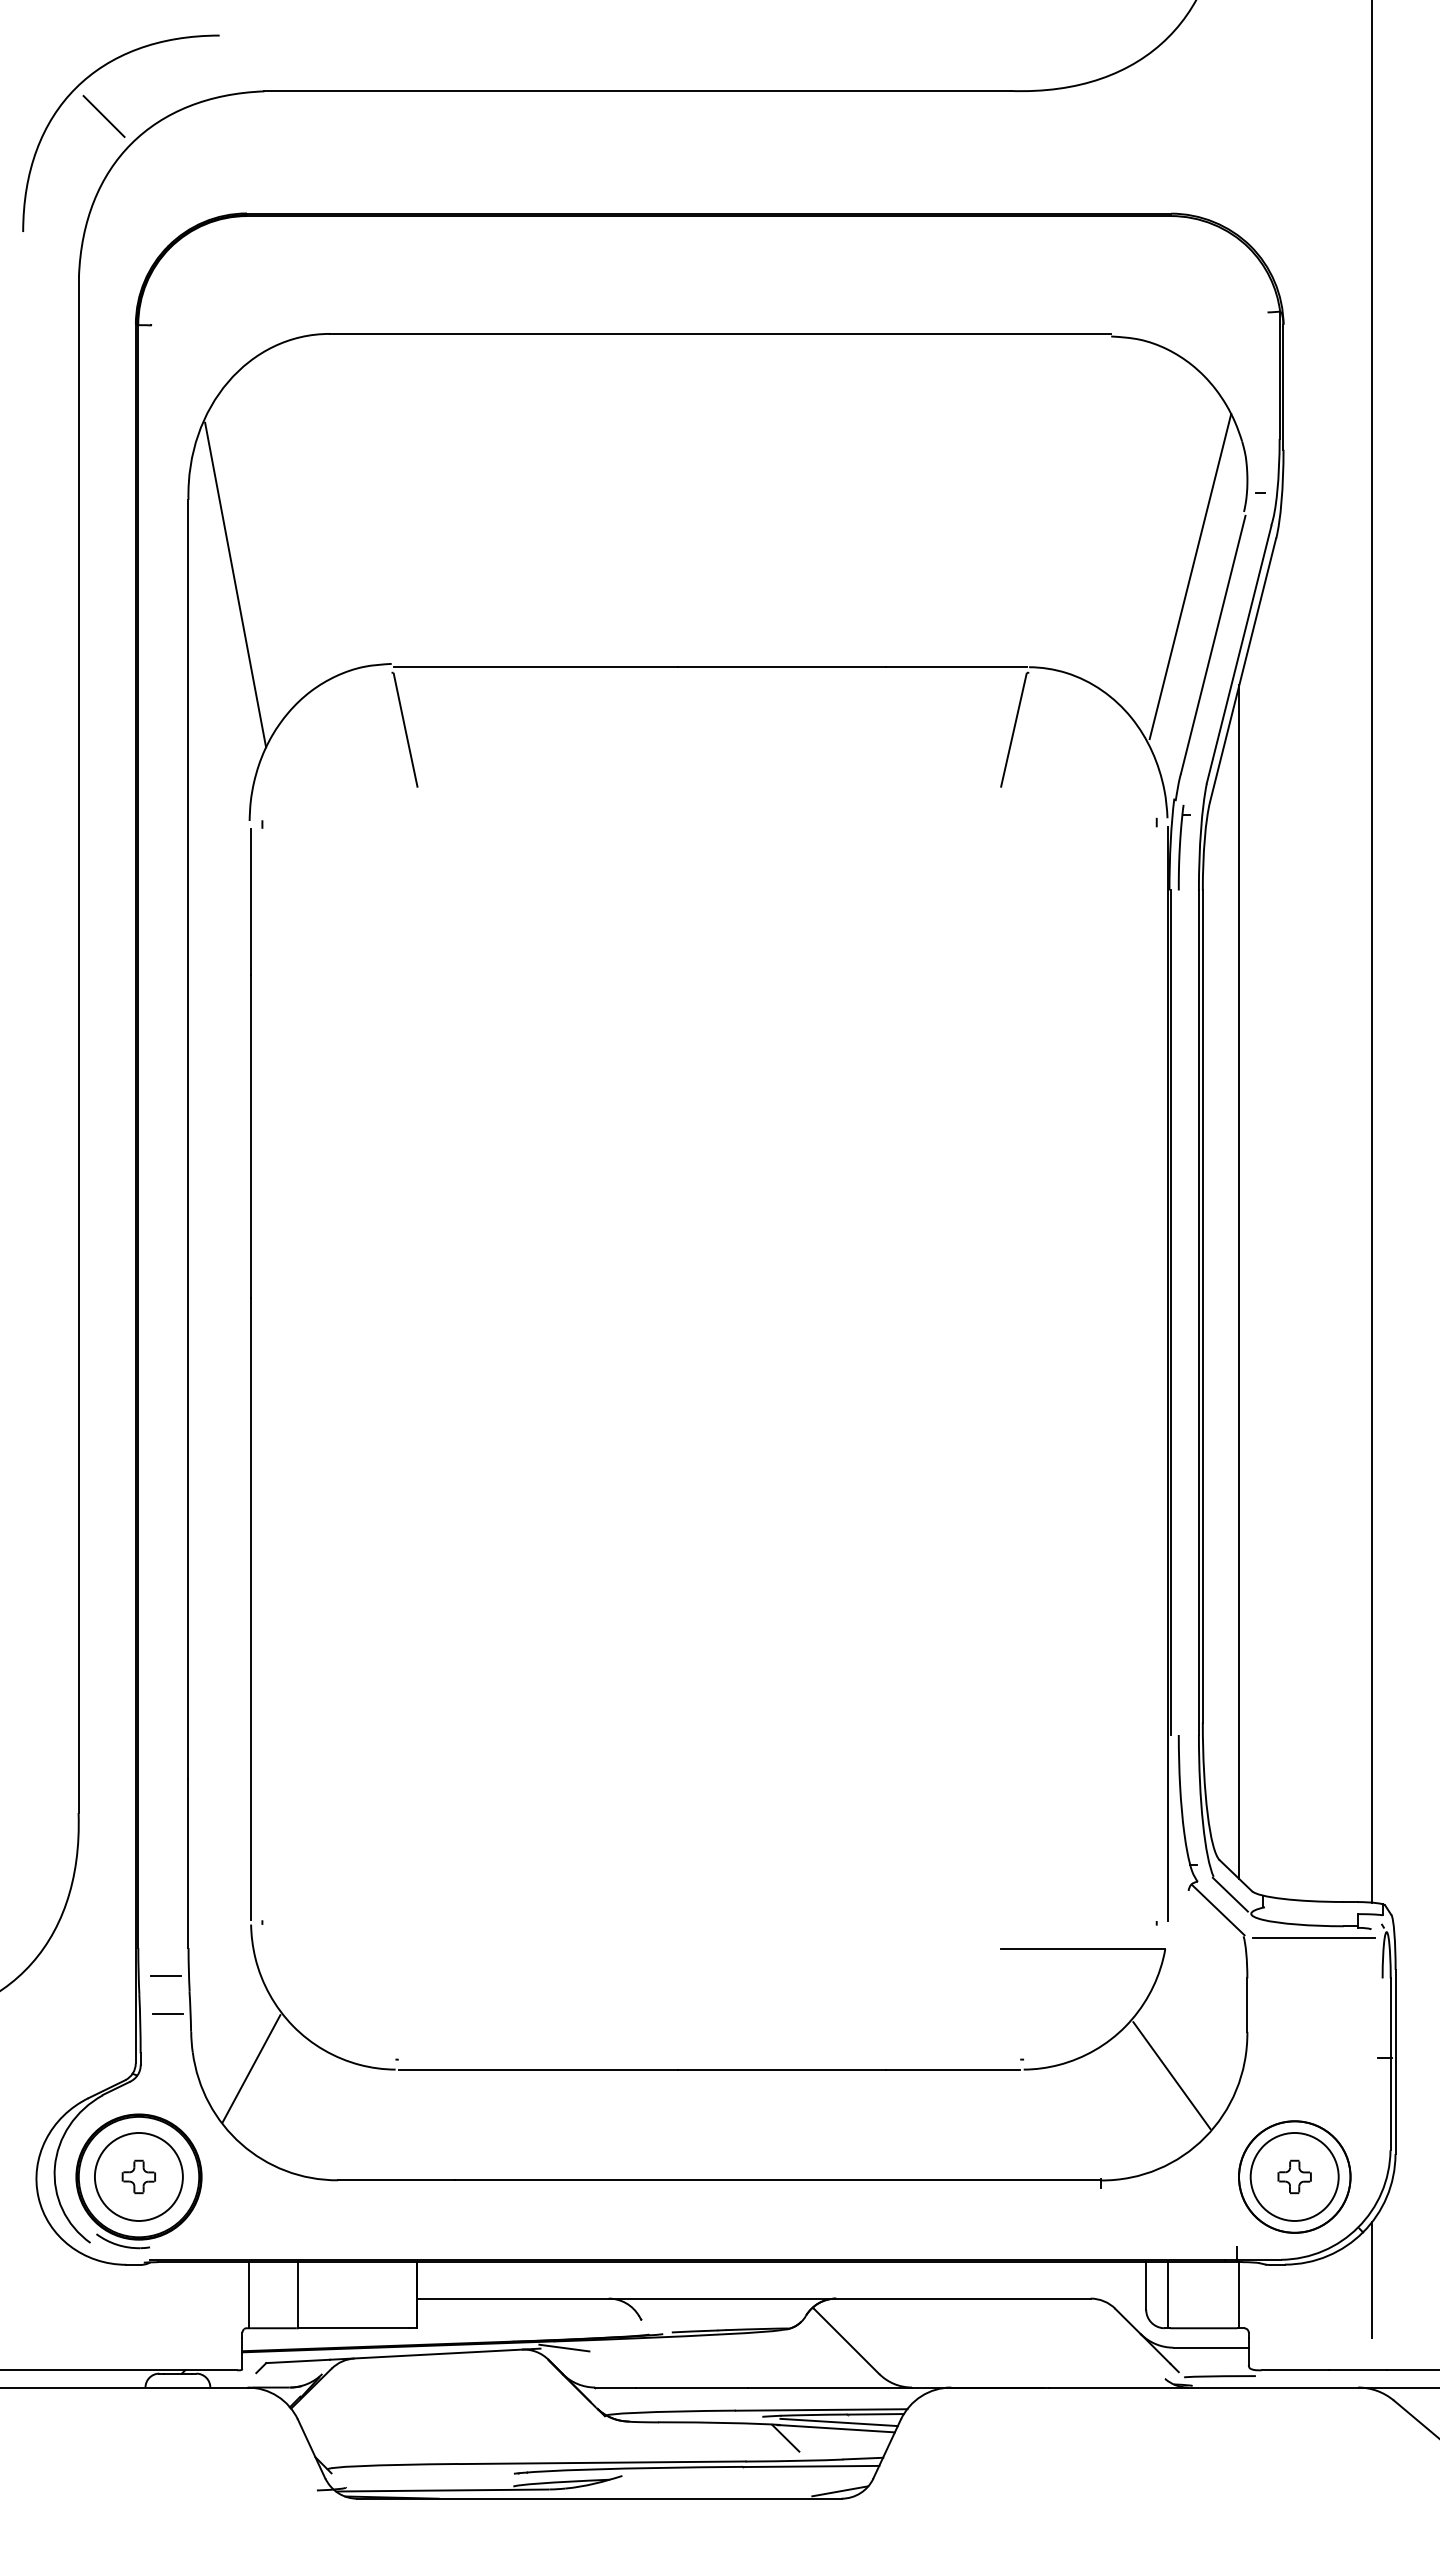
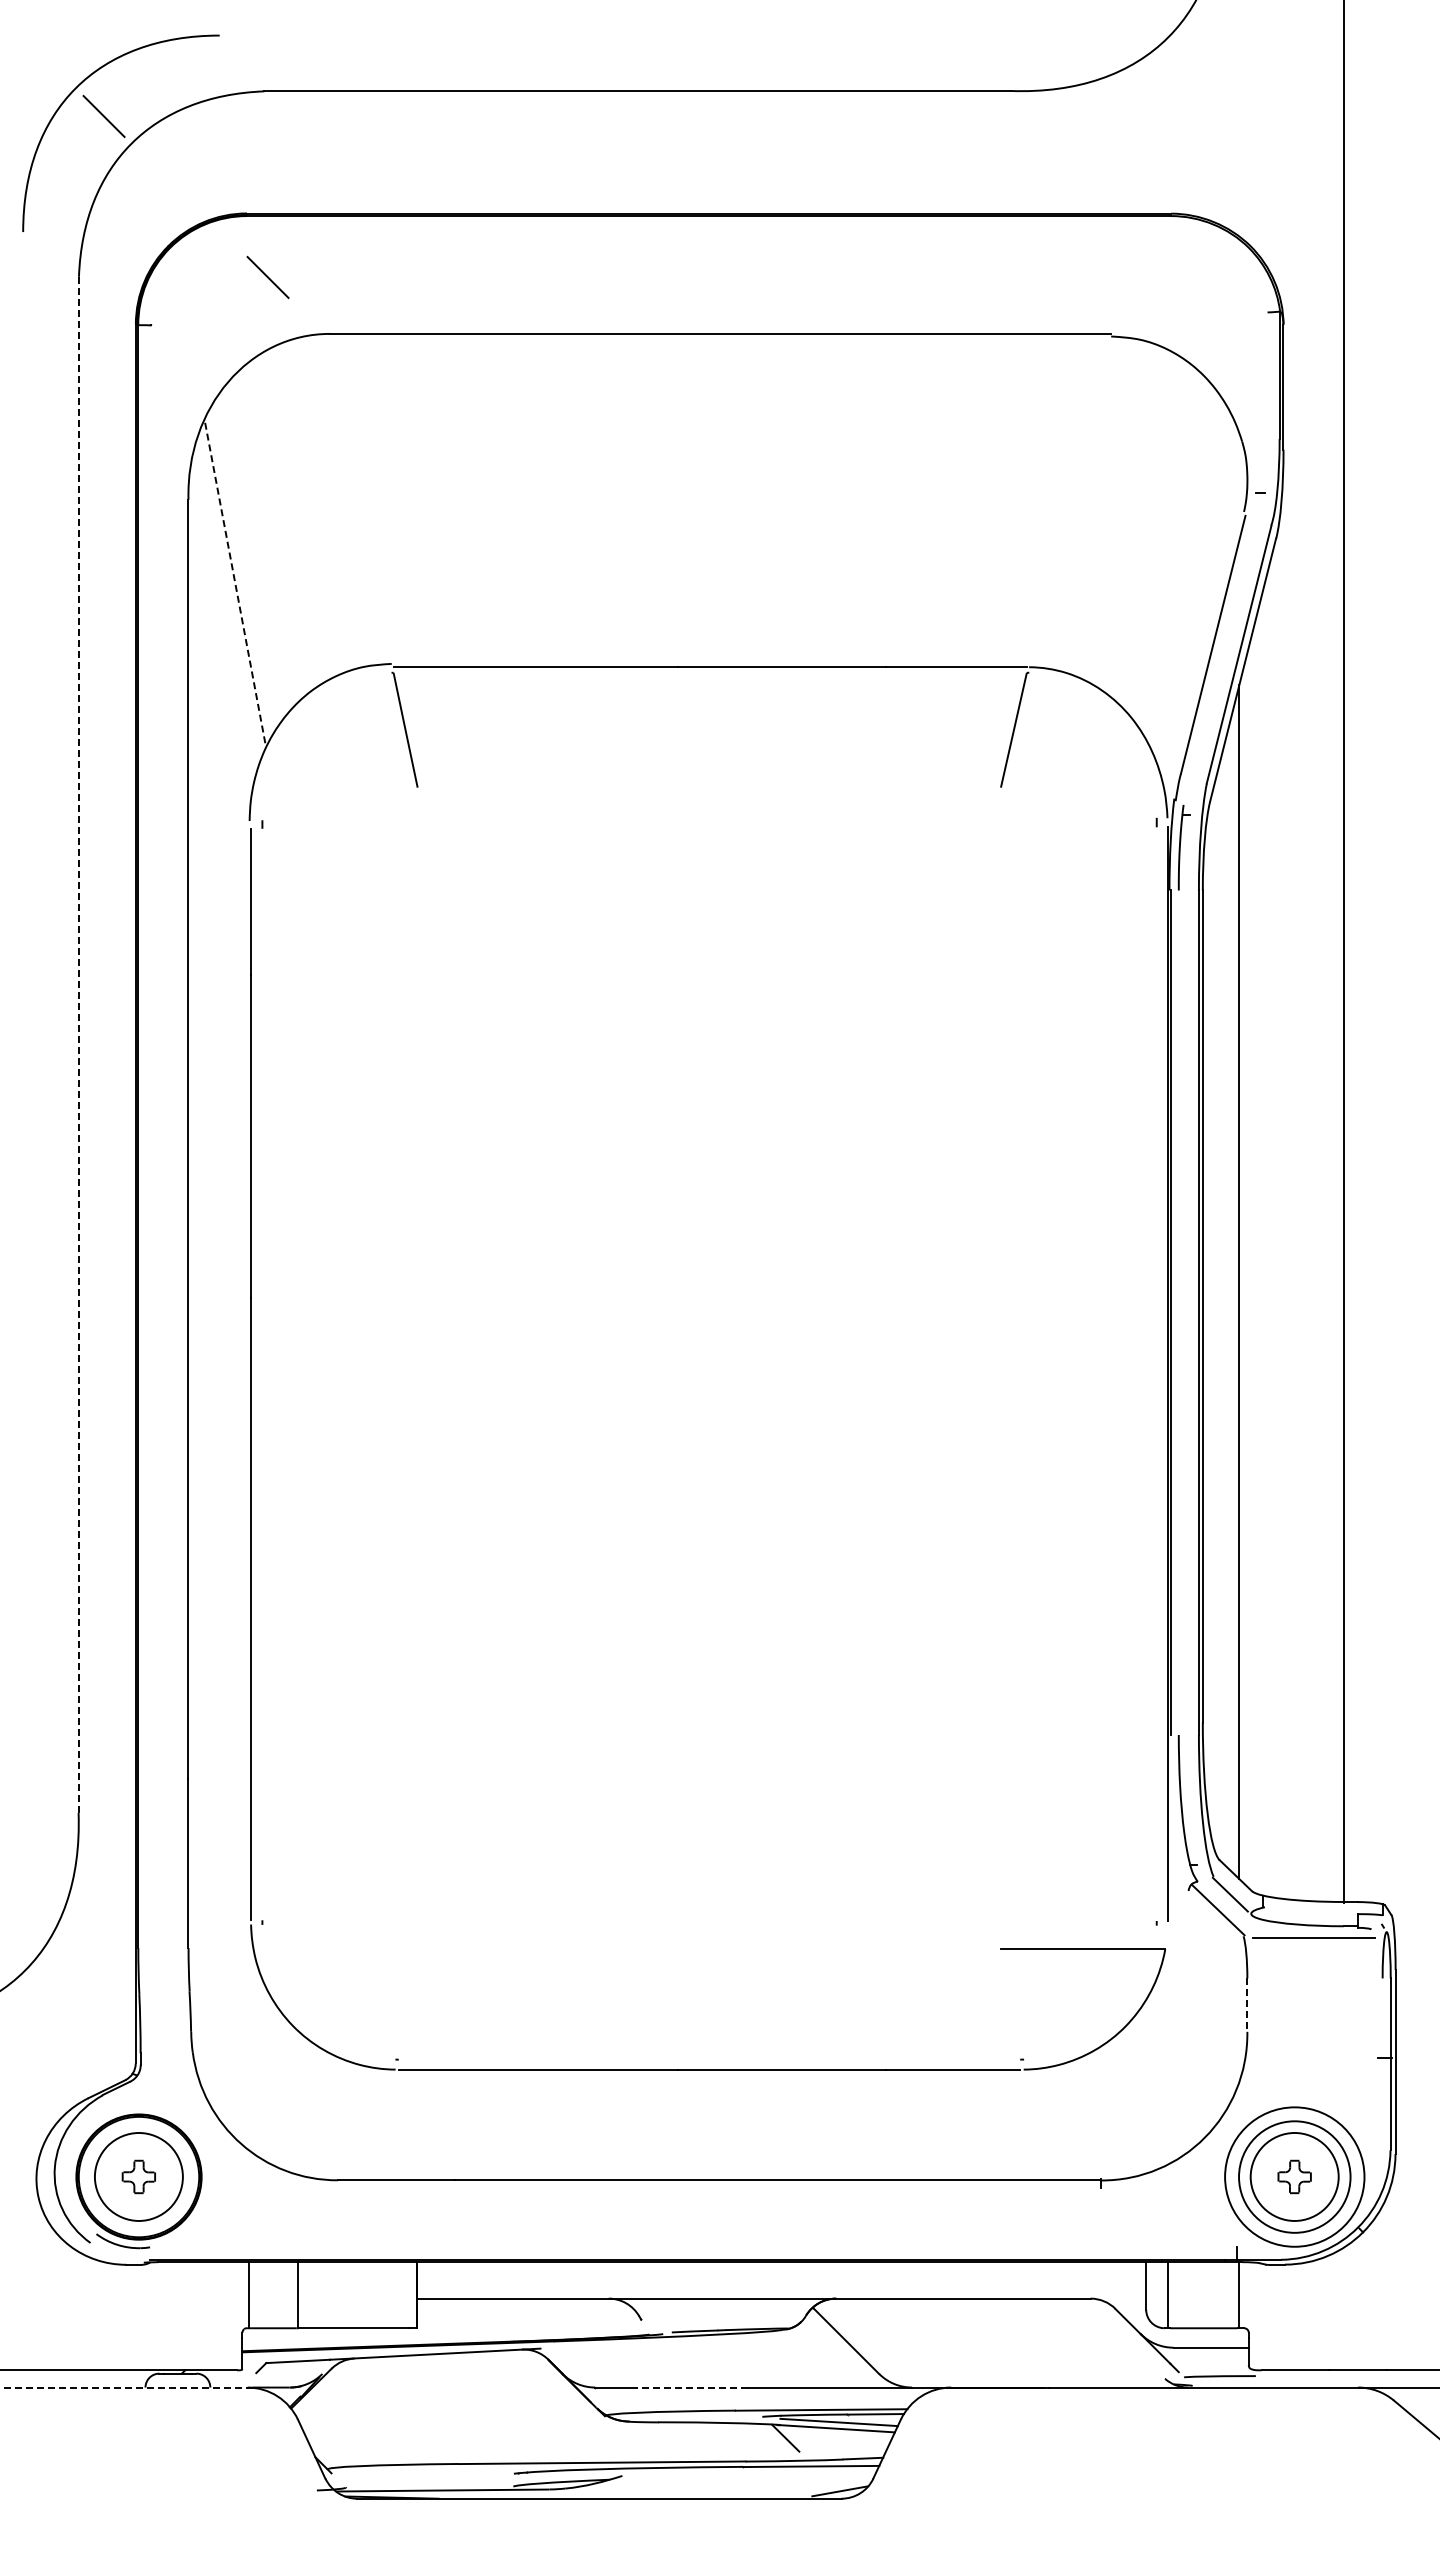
line at (267, 276): none -> present
line at (1190, 576): present -> none
line at (235, 585): solid -> dashed
line at (1371, 952) position: (1371, 952) -> (1343, 952)
line at (78, 1045): solid -> dashed
line at (166, 1976): present -> none
line at (1247, 2005): solid -> dashed
line at (167, 2014): present -> none
line at (251, 2068): present -> none
line at (1171, 2075): present -> none
circle at (1294, 2176) diameter: 112 px -> 139 px
line at (1371, 2279): present -> none
line at (564, 2347): present -> none
line at (123, 2387): solid -> dashed
line at (691, 2387): solid -> dashed
